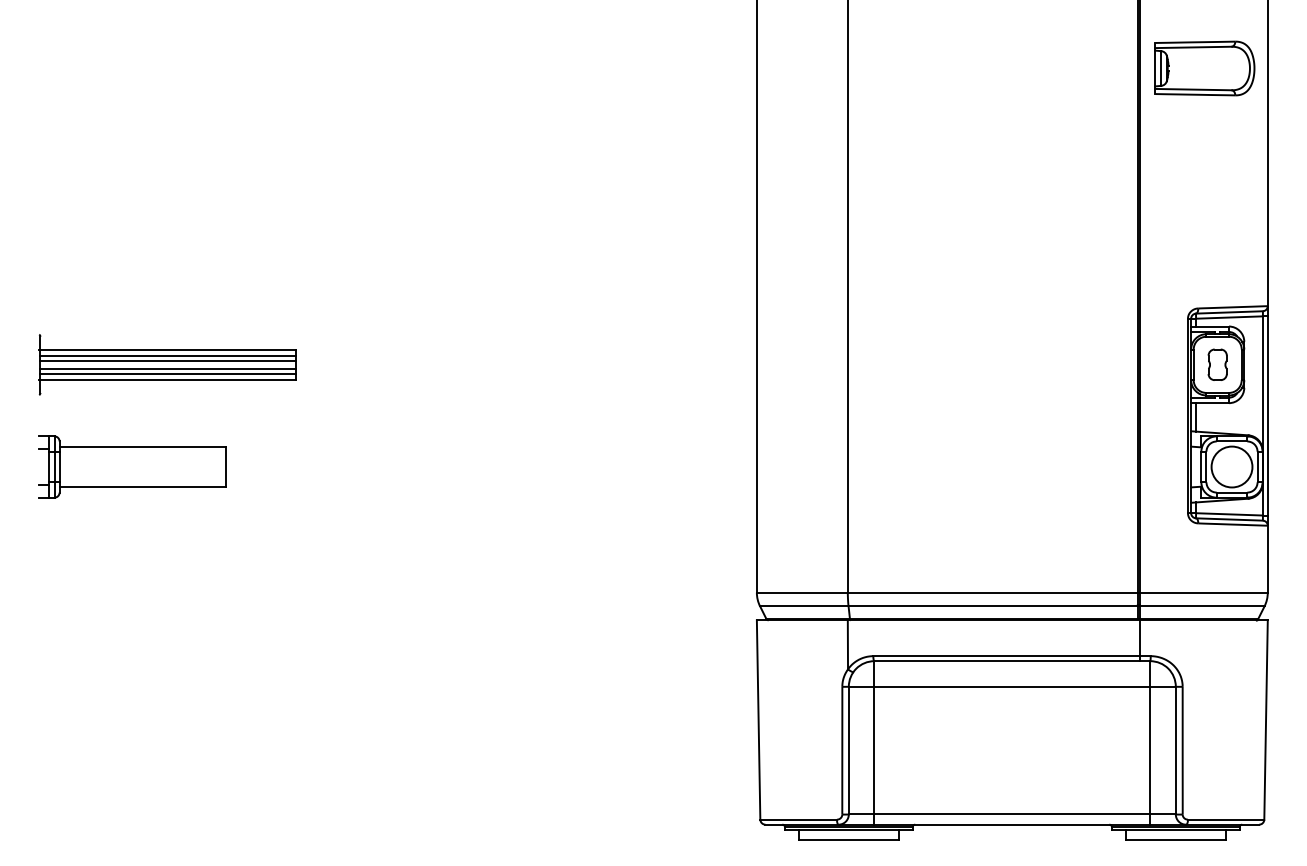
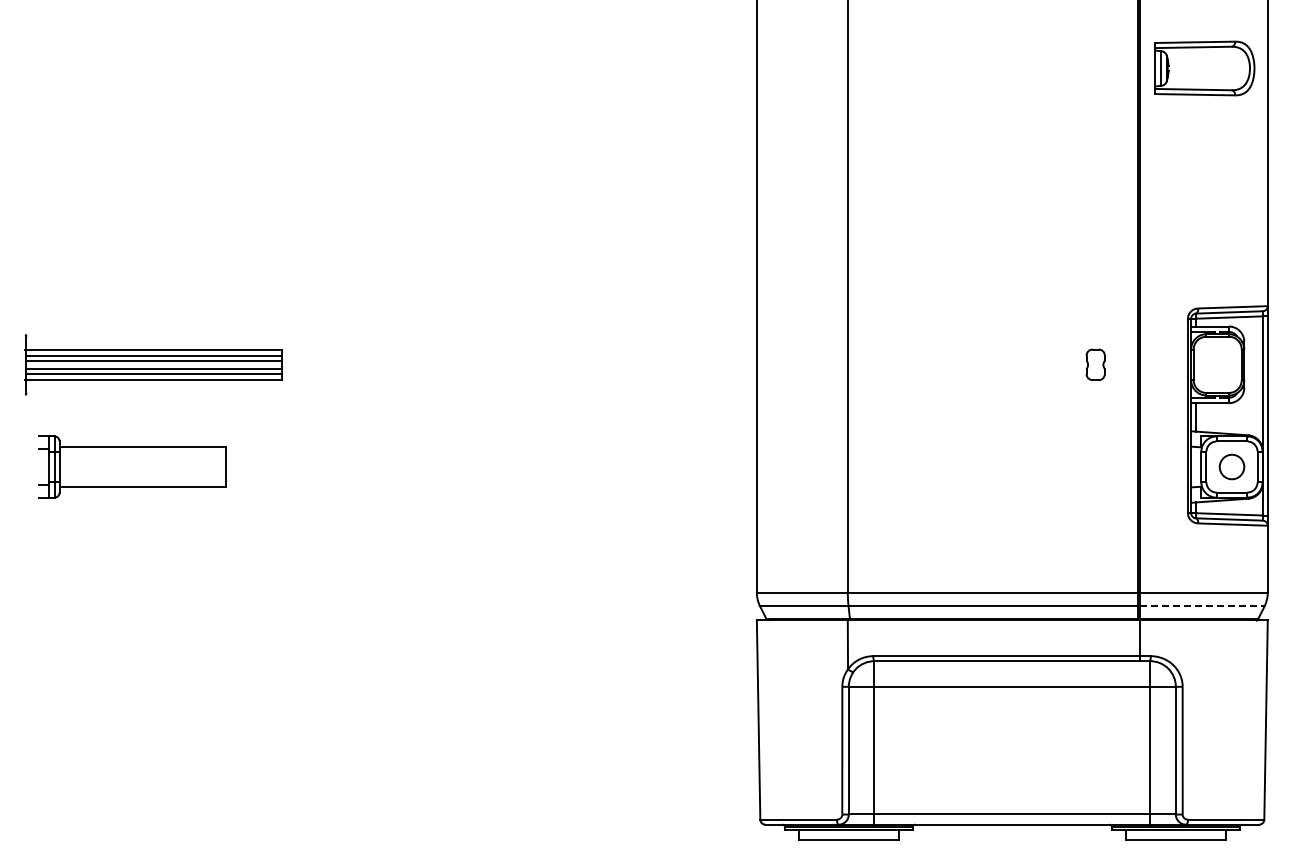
part at (167, 364) position: (167, 364) -> (153, 364)
part at (1217, 364) position: (1217, 364) -> (1095, 364)
circle at (1231, 466) diameter: 41 px -> 25 px
line at (1202, 606): solid -> dashed
